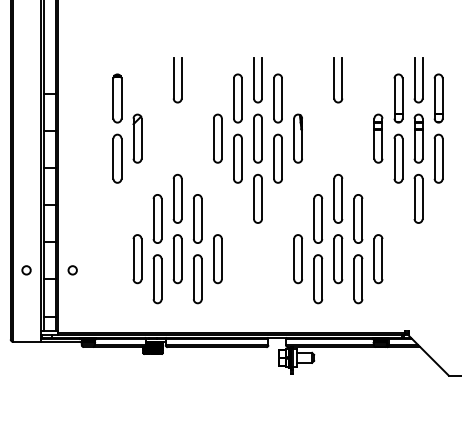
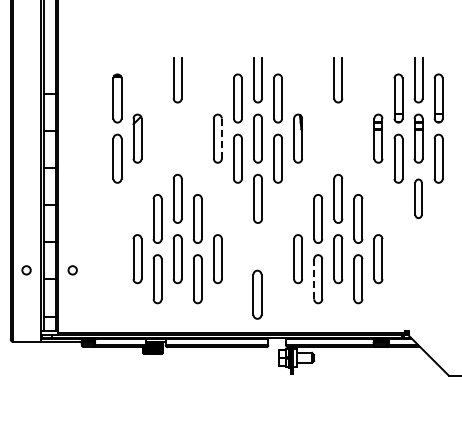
line at (221, 138): solid -> dashed
part at (418, 198) size: 11x51 px -> 9x41 px
line at (314, 279): solid -> dashed
part at (257, 294): none -> present
